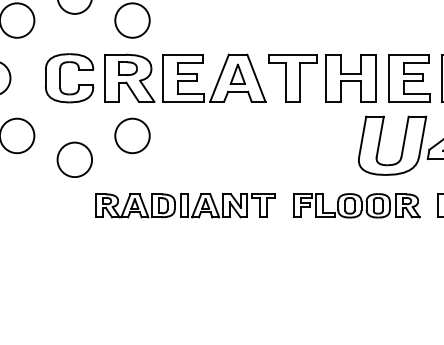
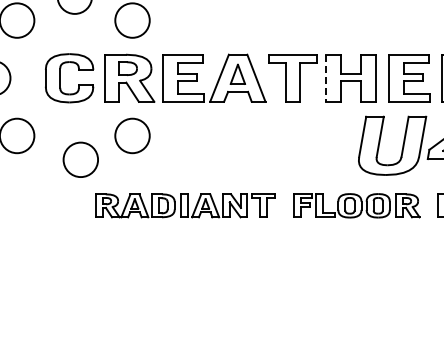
line at (326, 78): solid -> dashed
circle at (74, 159) position: (74, 159) -> (80, 159)
